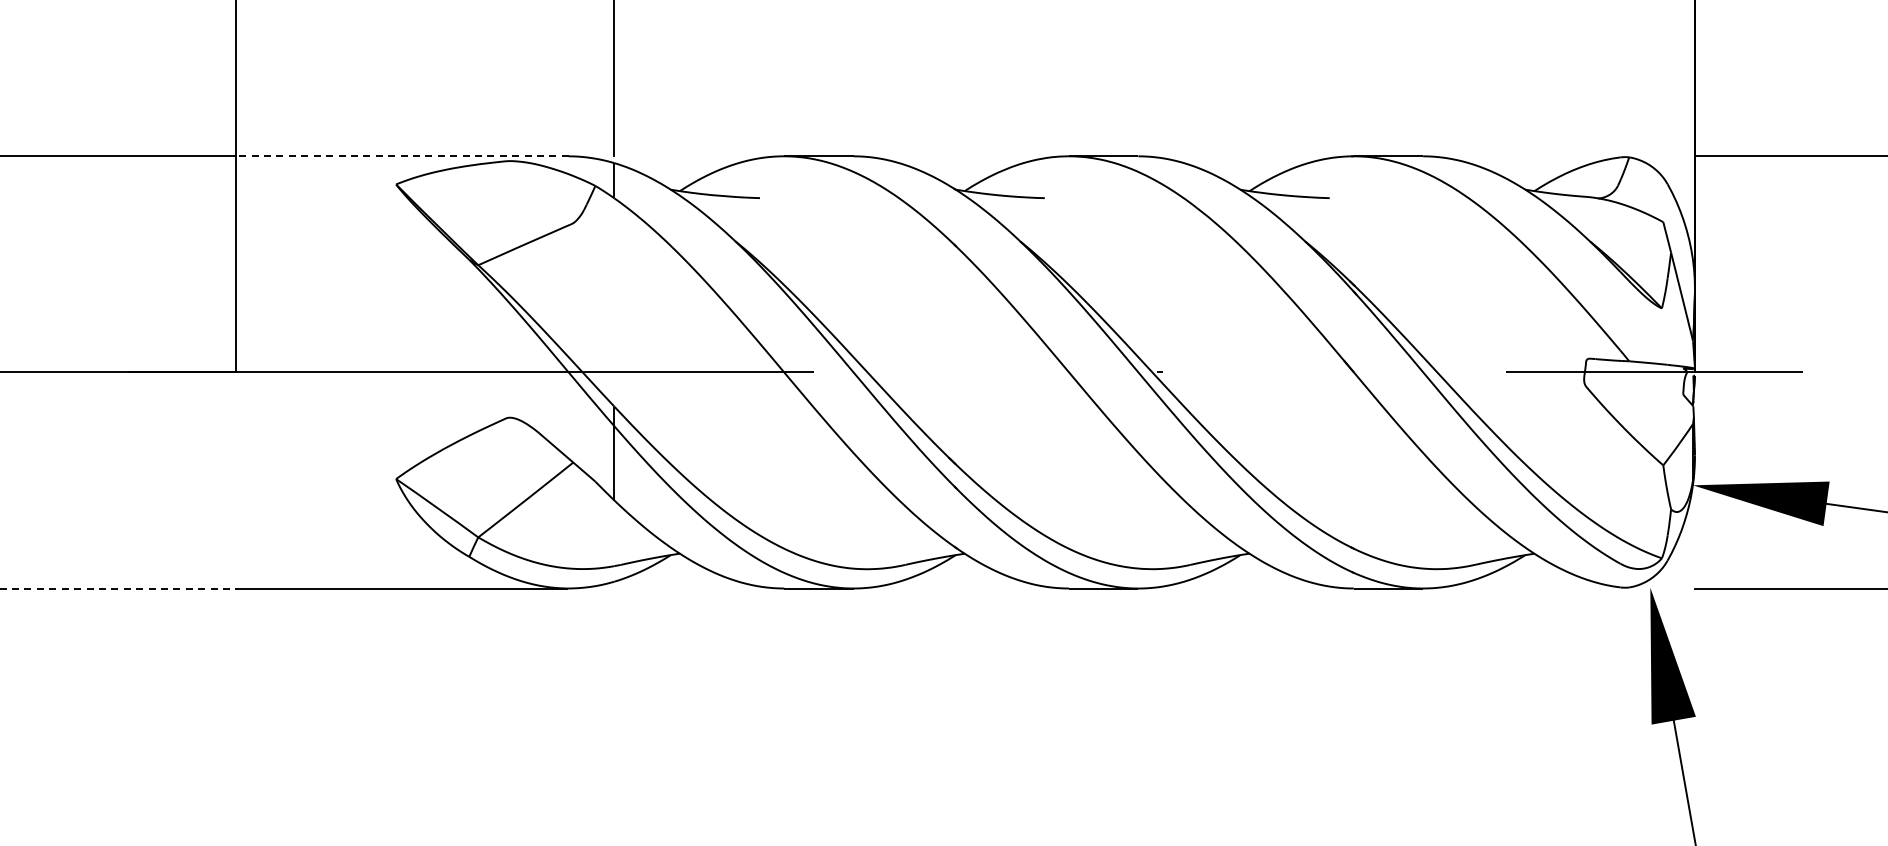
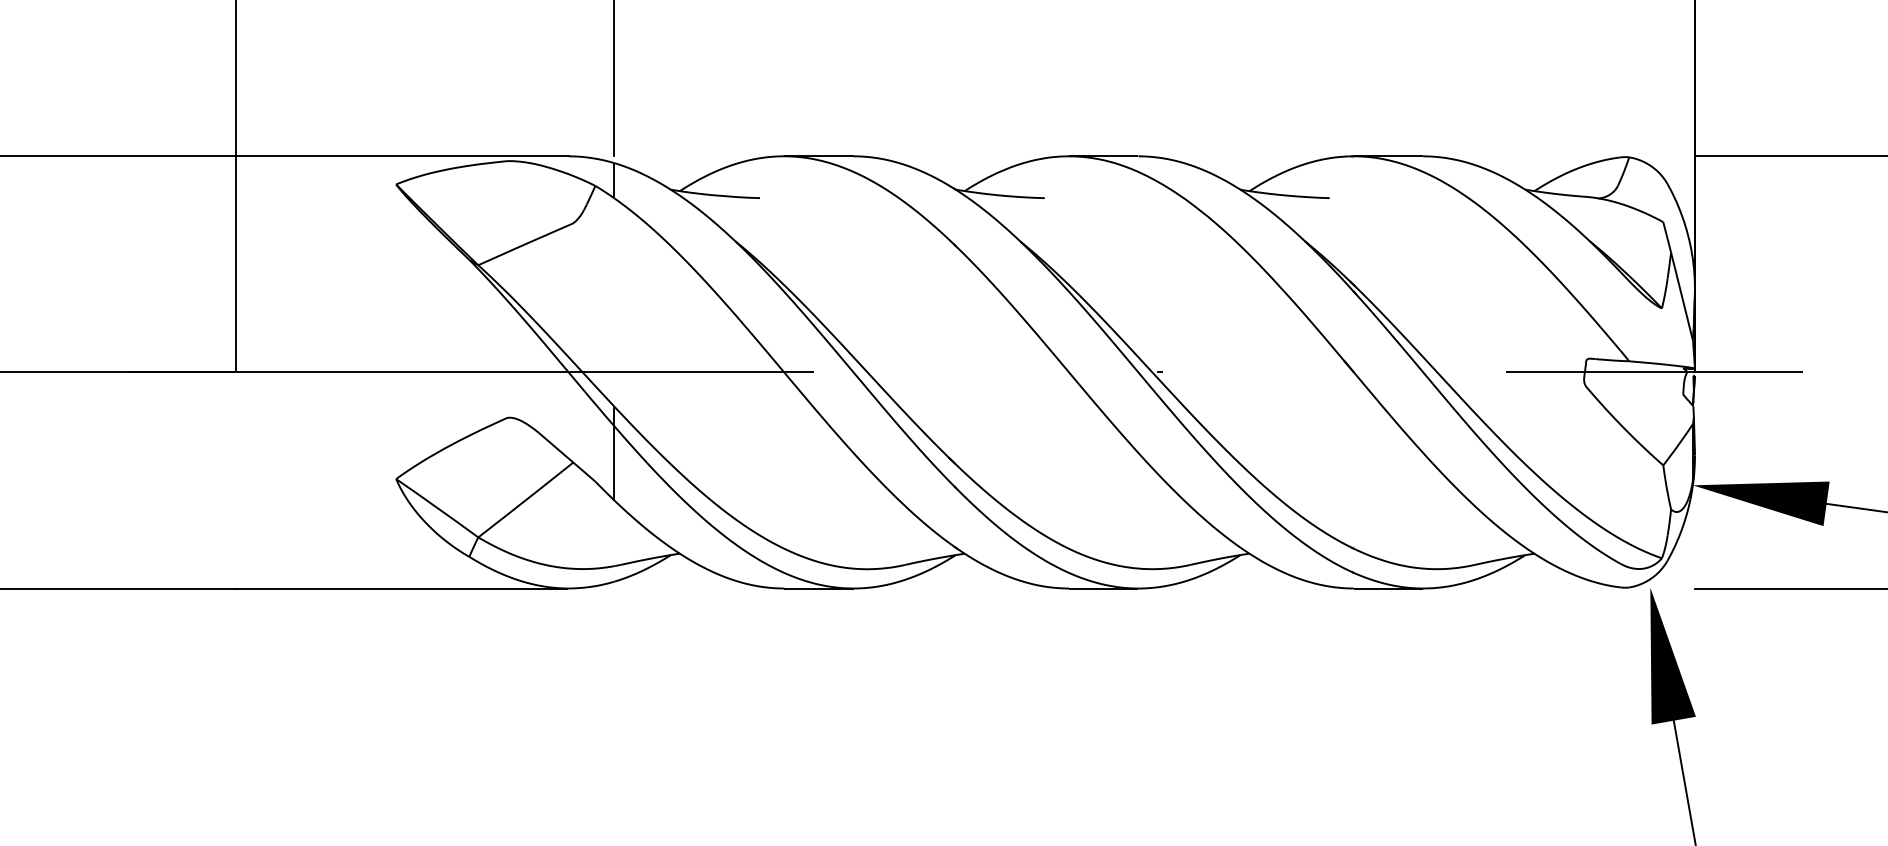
line at (402, 156): dashed -> solid
line at (118, 588): dashed -> solid
